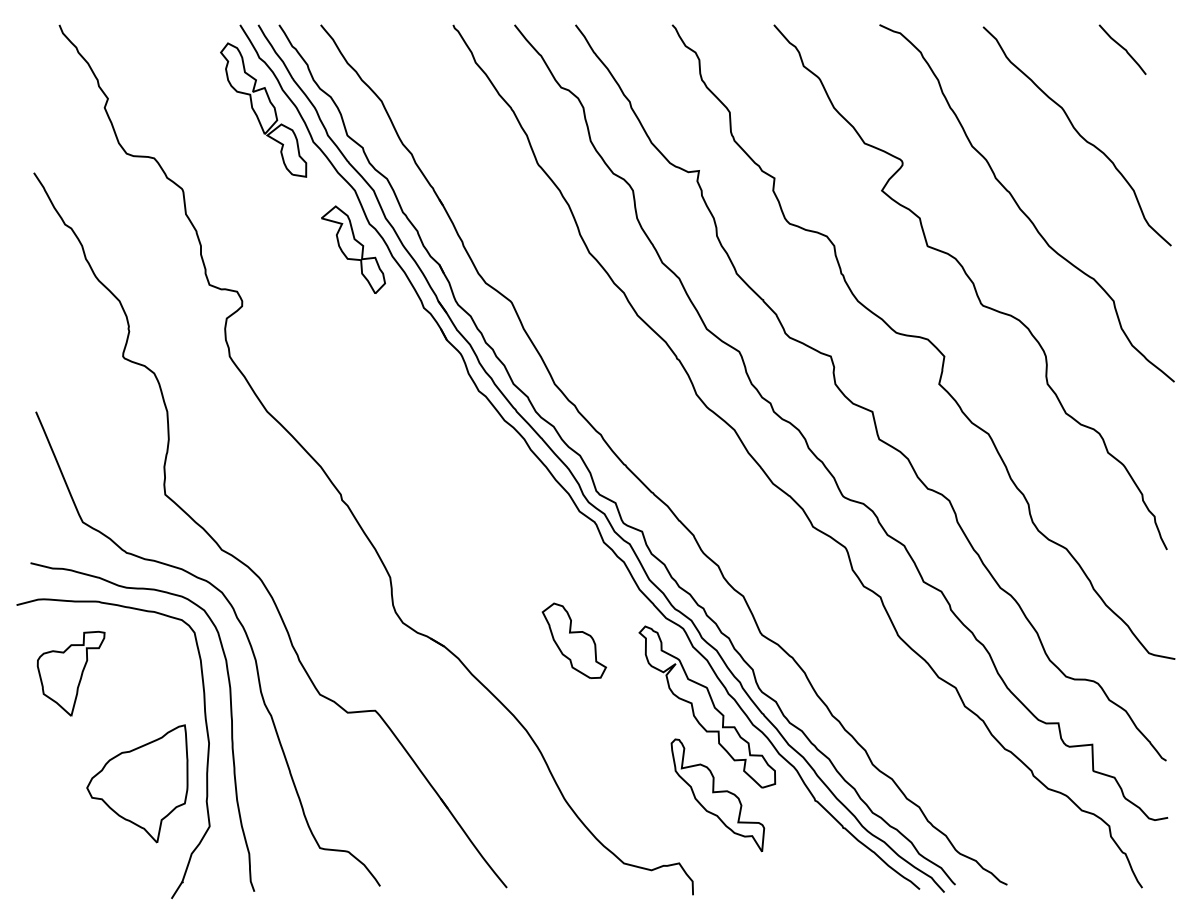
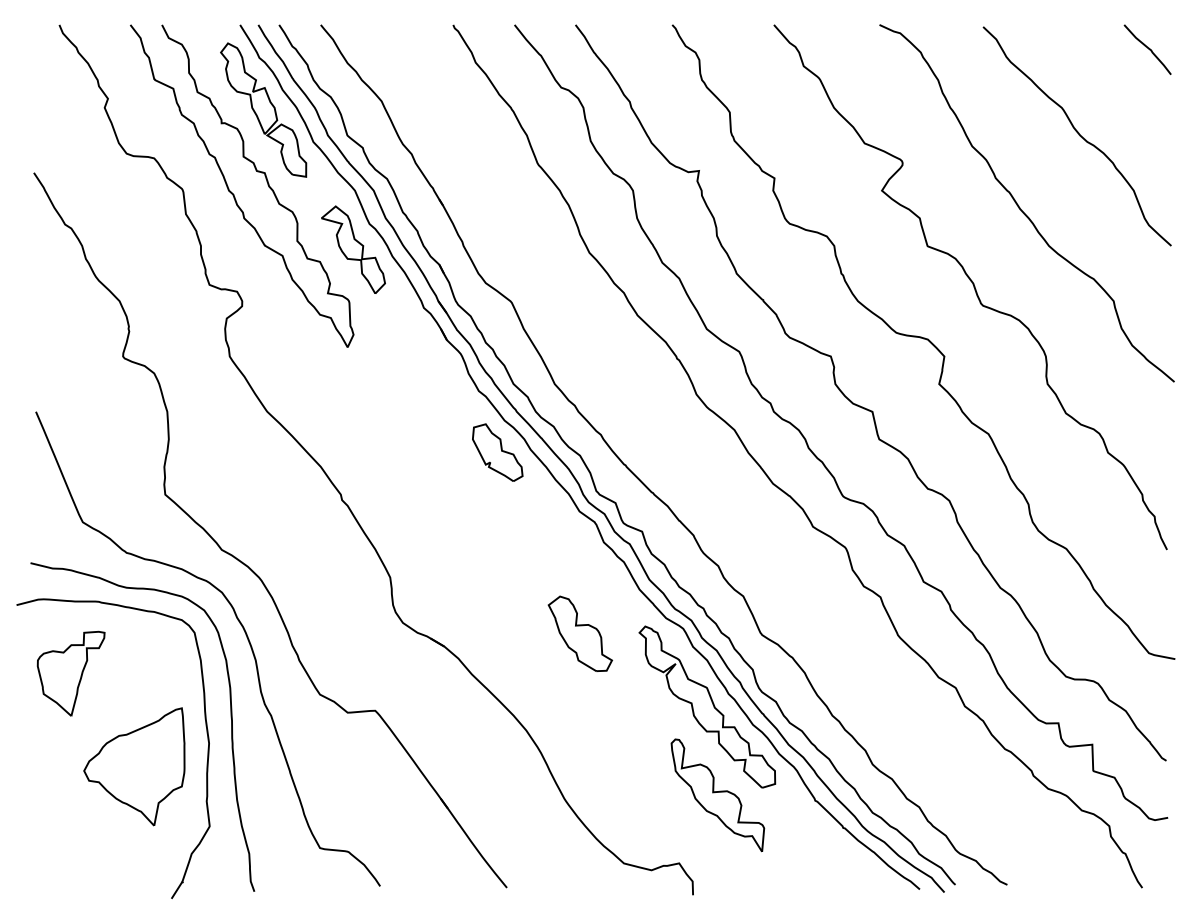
curve at (1122, 48) position: (1122, 48) -> (1147, 48)
curve at (233, 193): none -> present
part at (497, 452): none -> present
part at (574, 640) position: (574, 640) -> (580, 633)
part at (137, 783) position: (137, 783) -> (134, 766)
